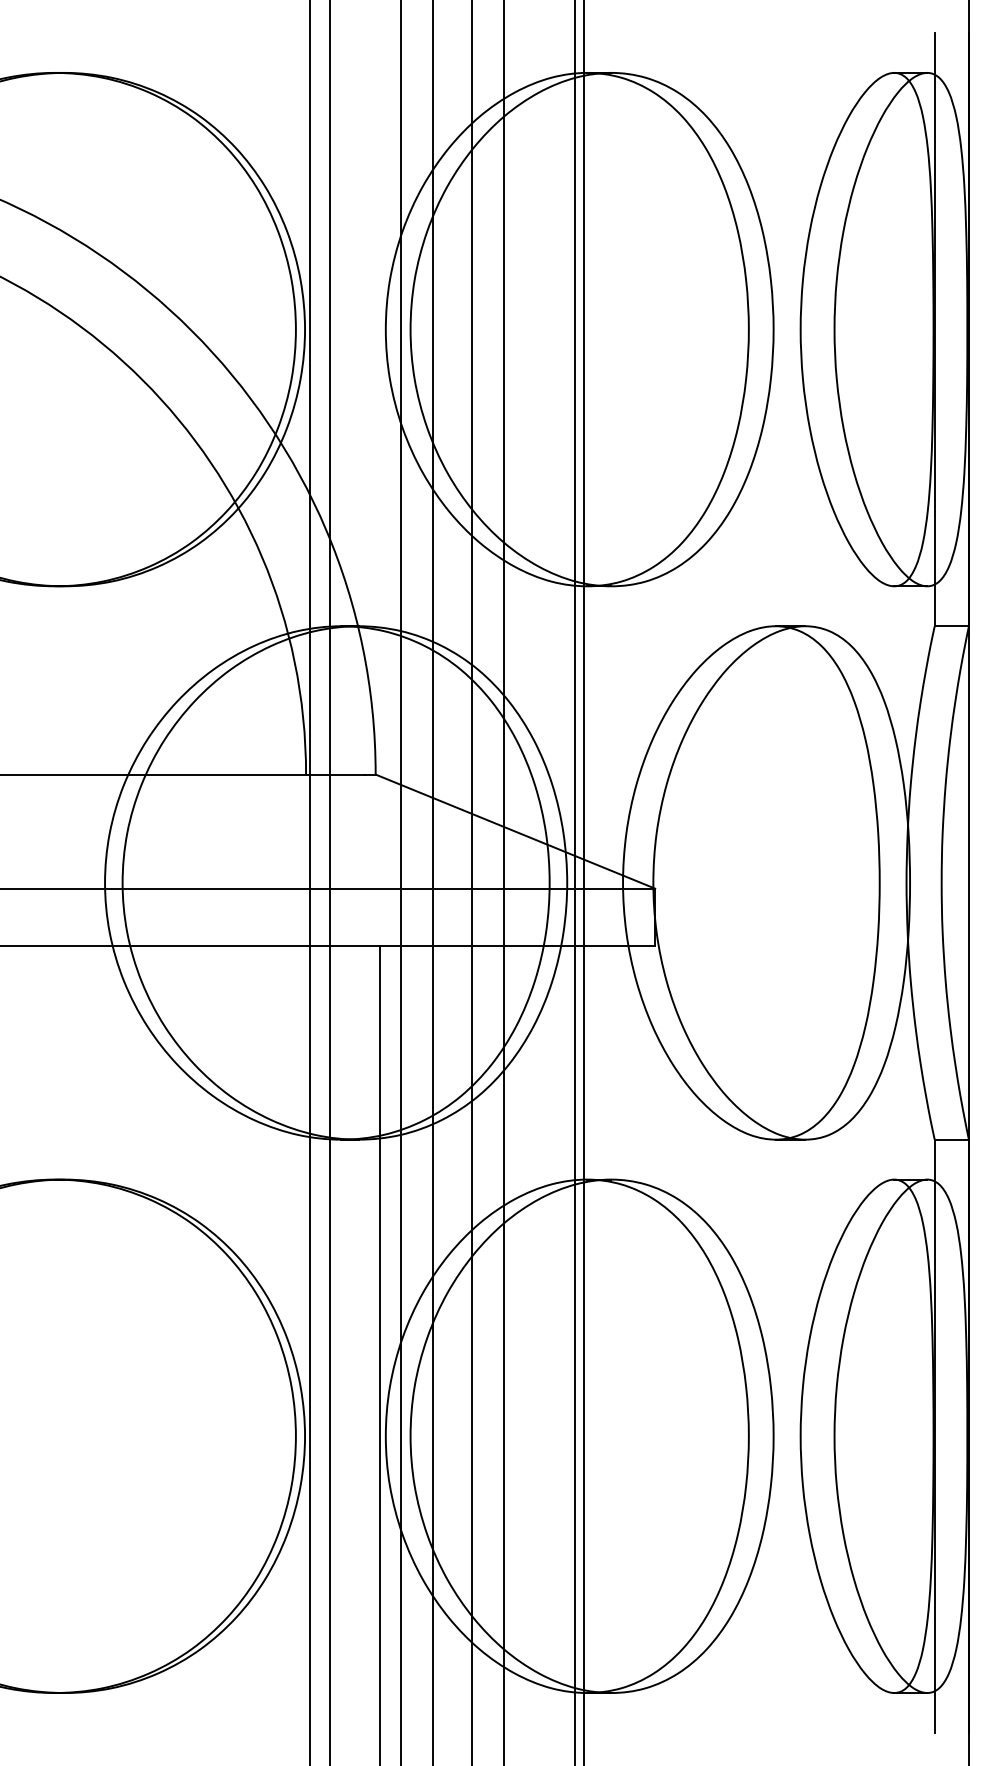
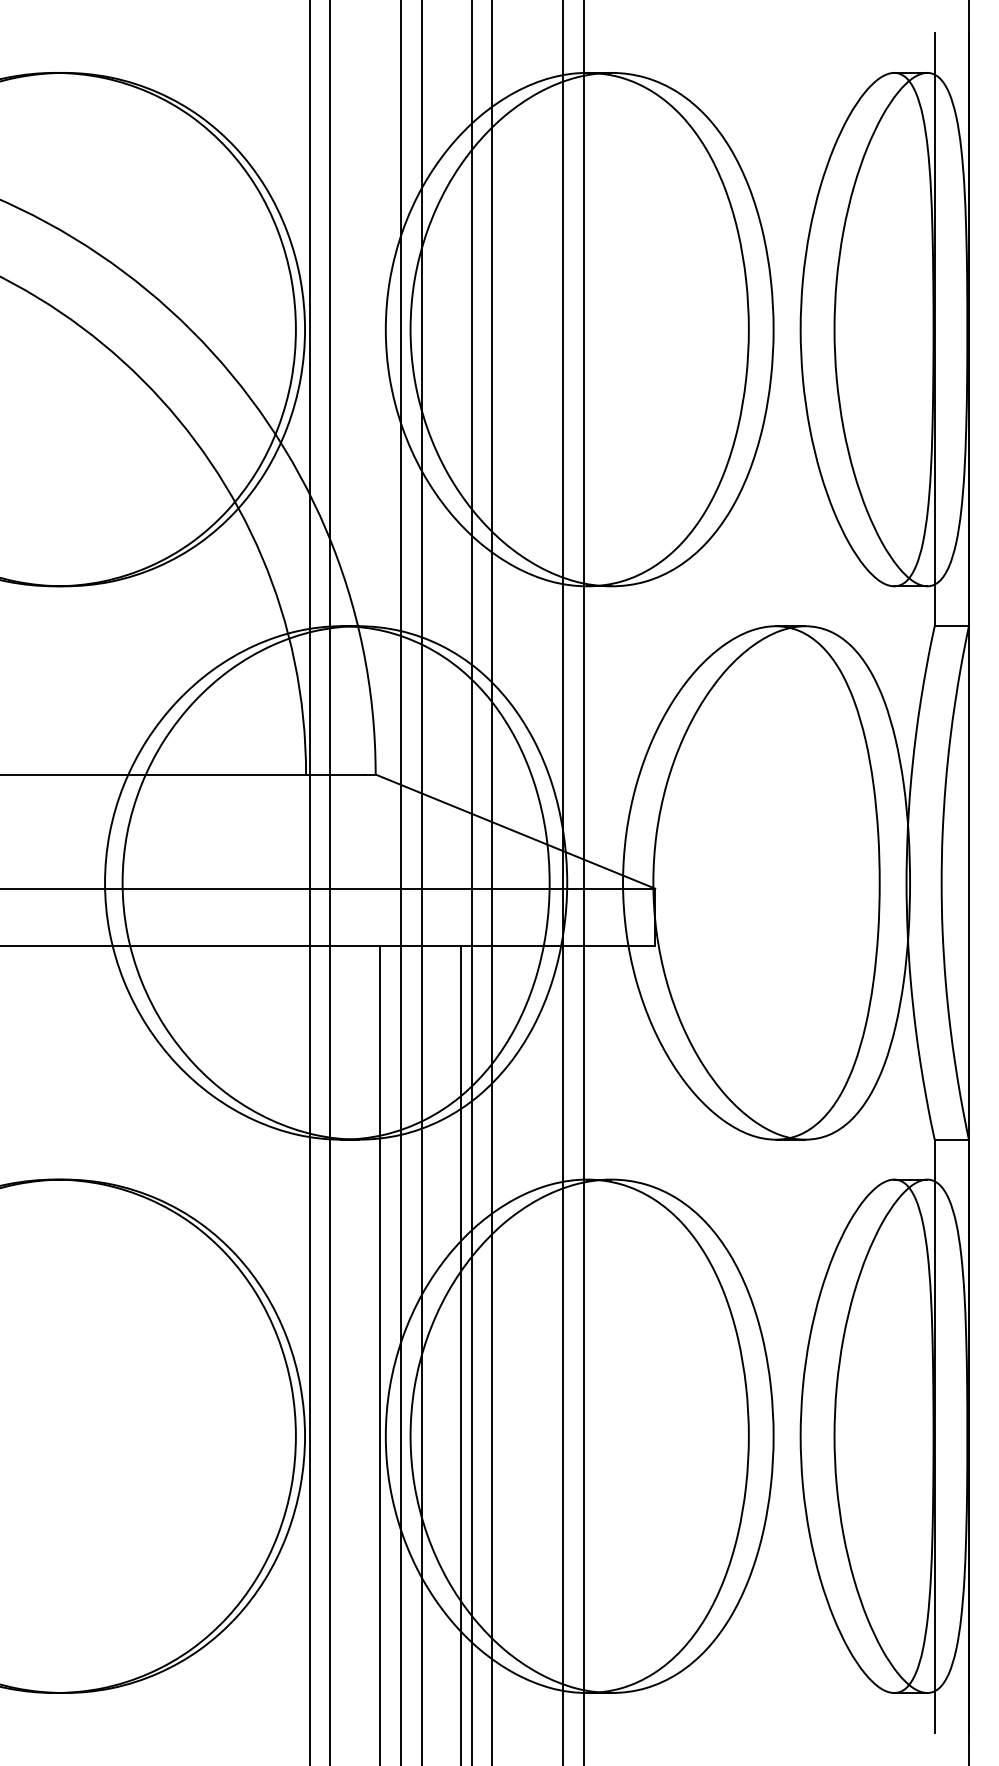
line at (432, 882) position: (432, 882) -> (421, 882)
line at (504, 882) position: (504, 882) -> (492, 882)
line at (575, 882) position: (575, 882) -> (563, 882)
line at (461, 1353): none -> present
